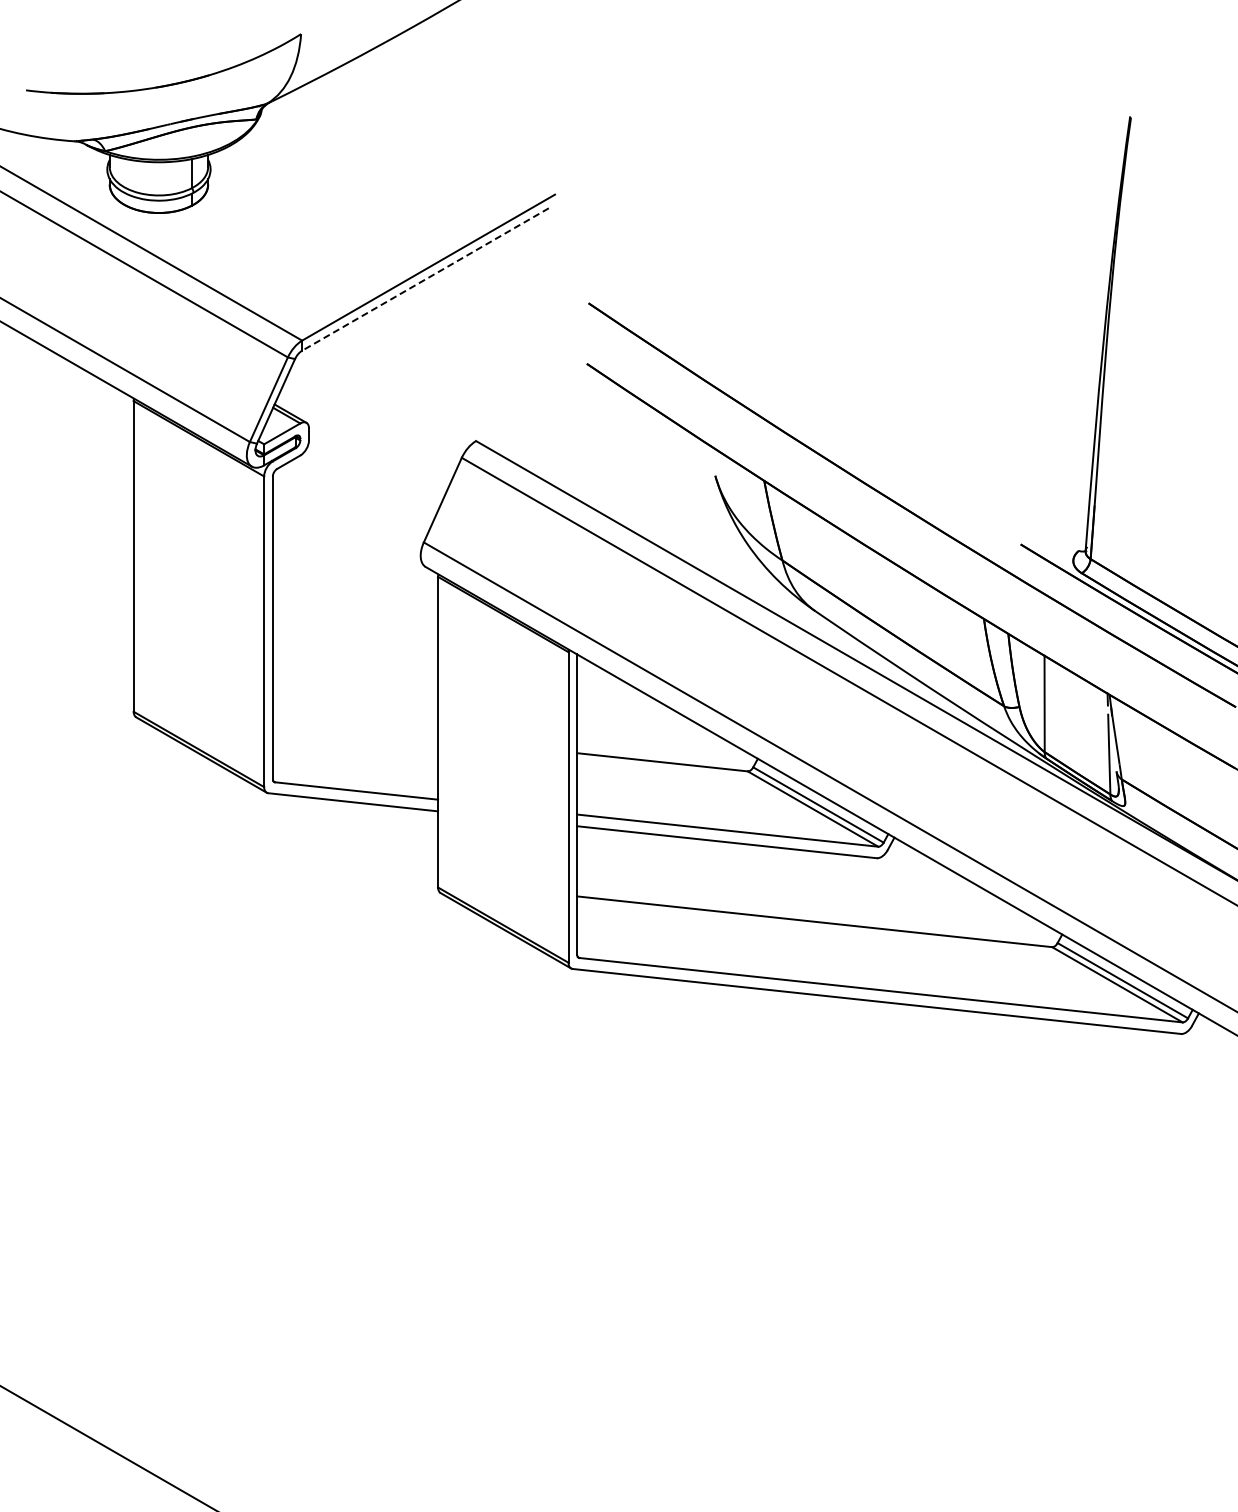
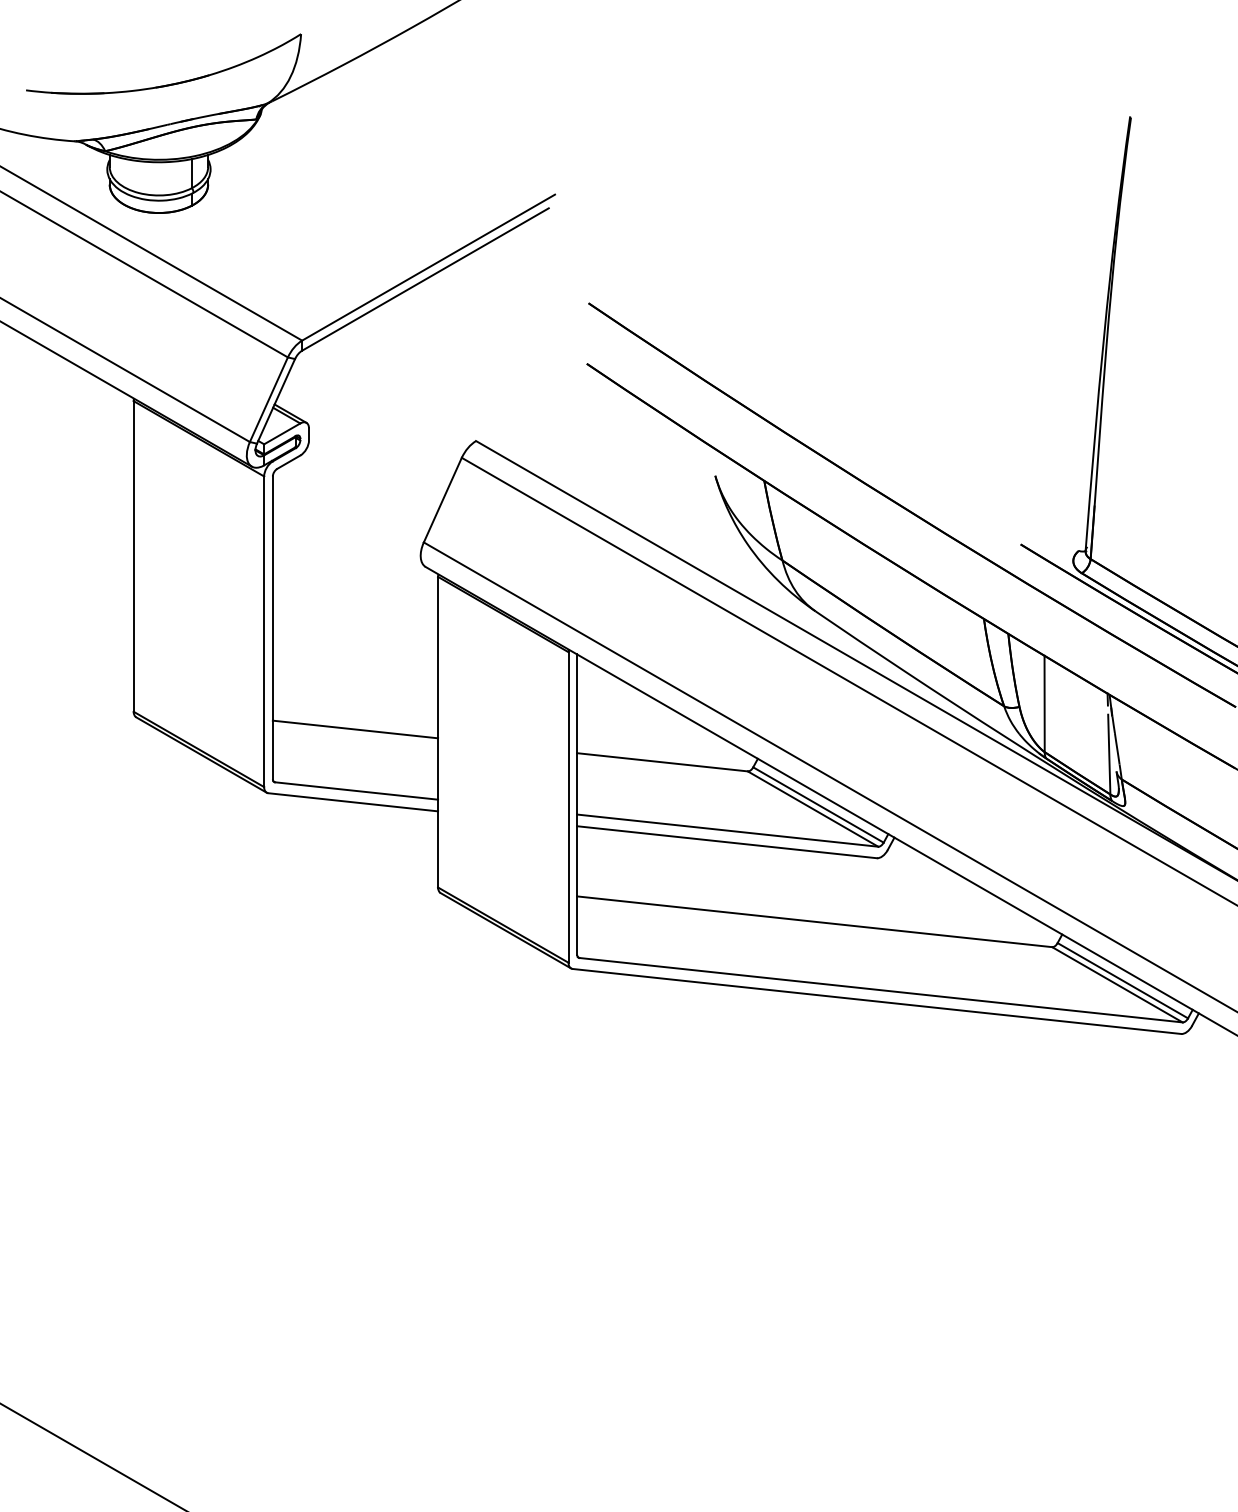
line at (425, 279): dashed -> solid
line at (355, 729): none -> present
line at (107, 1447) position: (107, 1447) -> (92, 1456)
